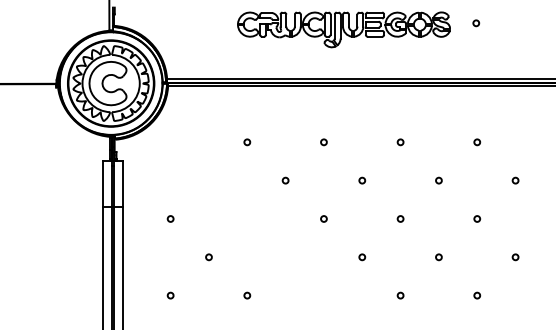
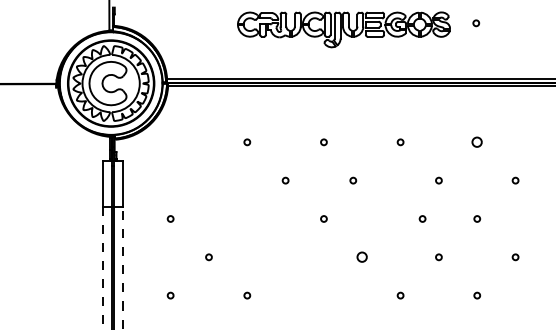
circle at (477, 142) size: 9x9 px -> 12x12 px
circle at (362, 180) position: (362, 180) -> (353, 180)
circle at (400, 218) position: (400, 218) -> (422, 218)
circle at (362, 257) size: 9x9 px -> 12x12 px
line at (123, 267): solid -> dashed
line at (103, 268): solid -> dashed
